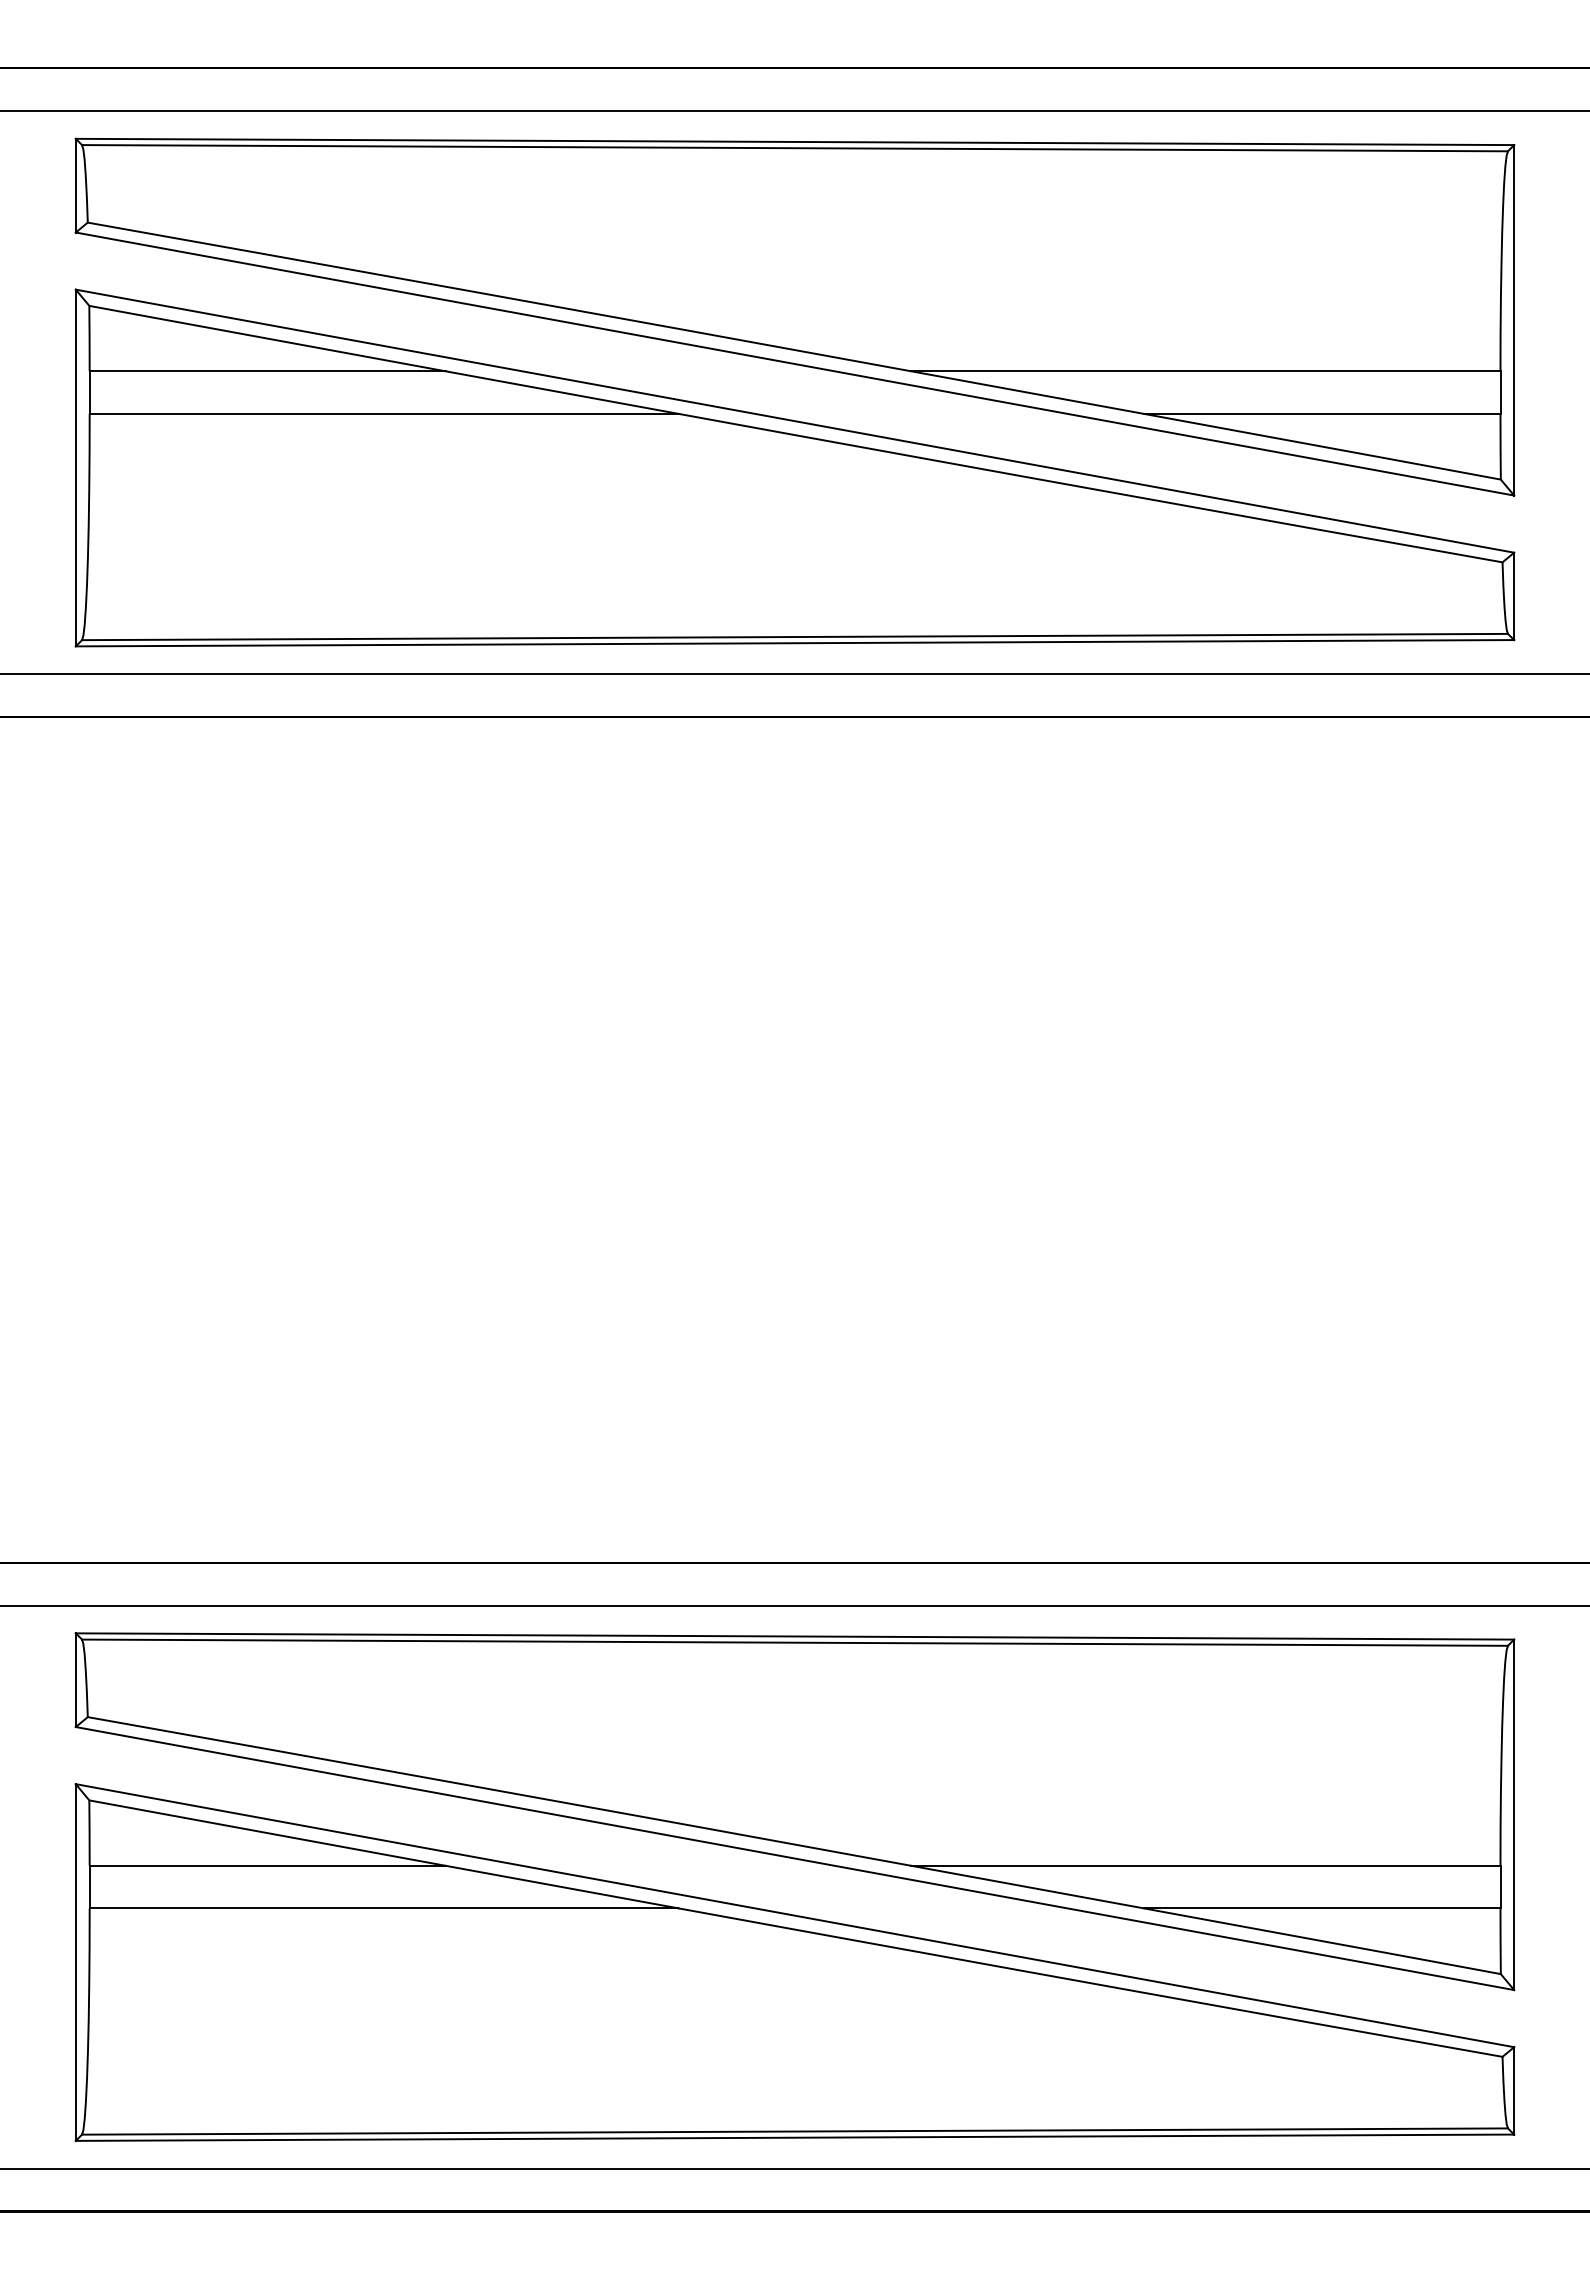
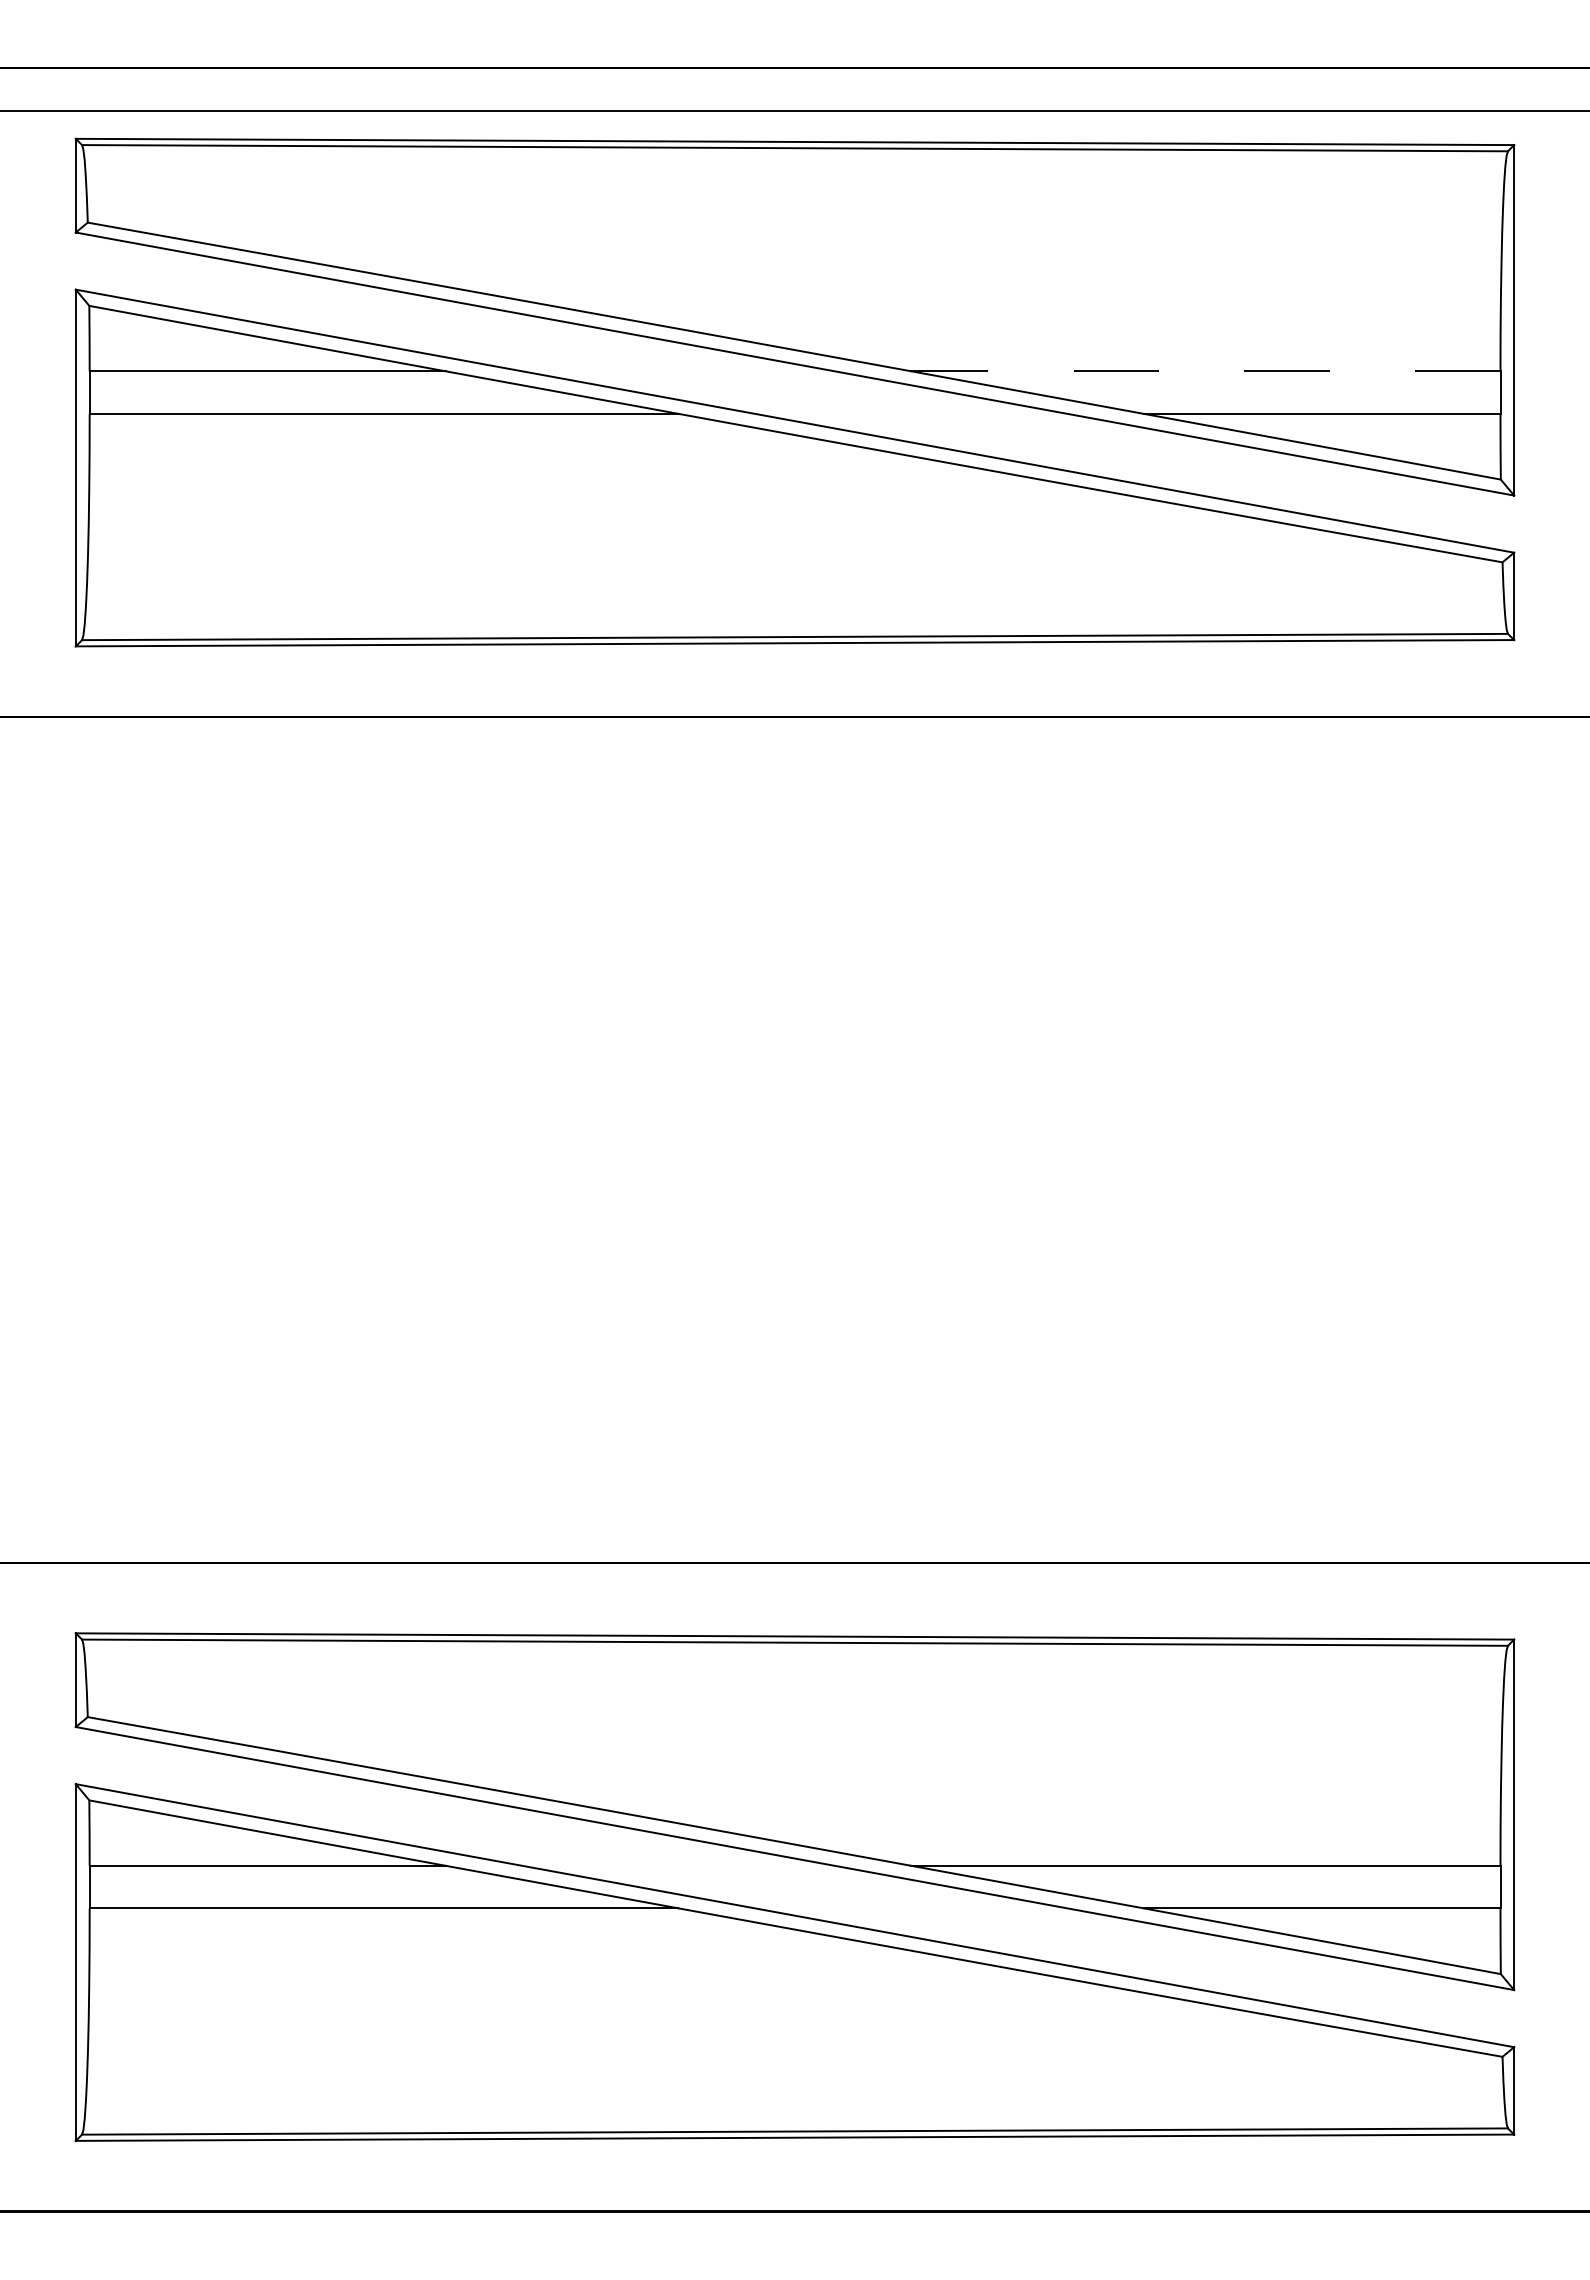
line at (1205, 371): solid -> dashed
line at (794, 674): present -> none
line at (794, 1605): present -> none
line at (794, 2168): present -> none
